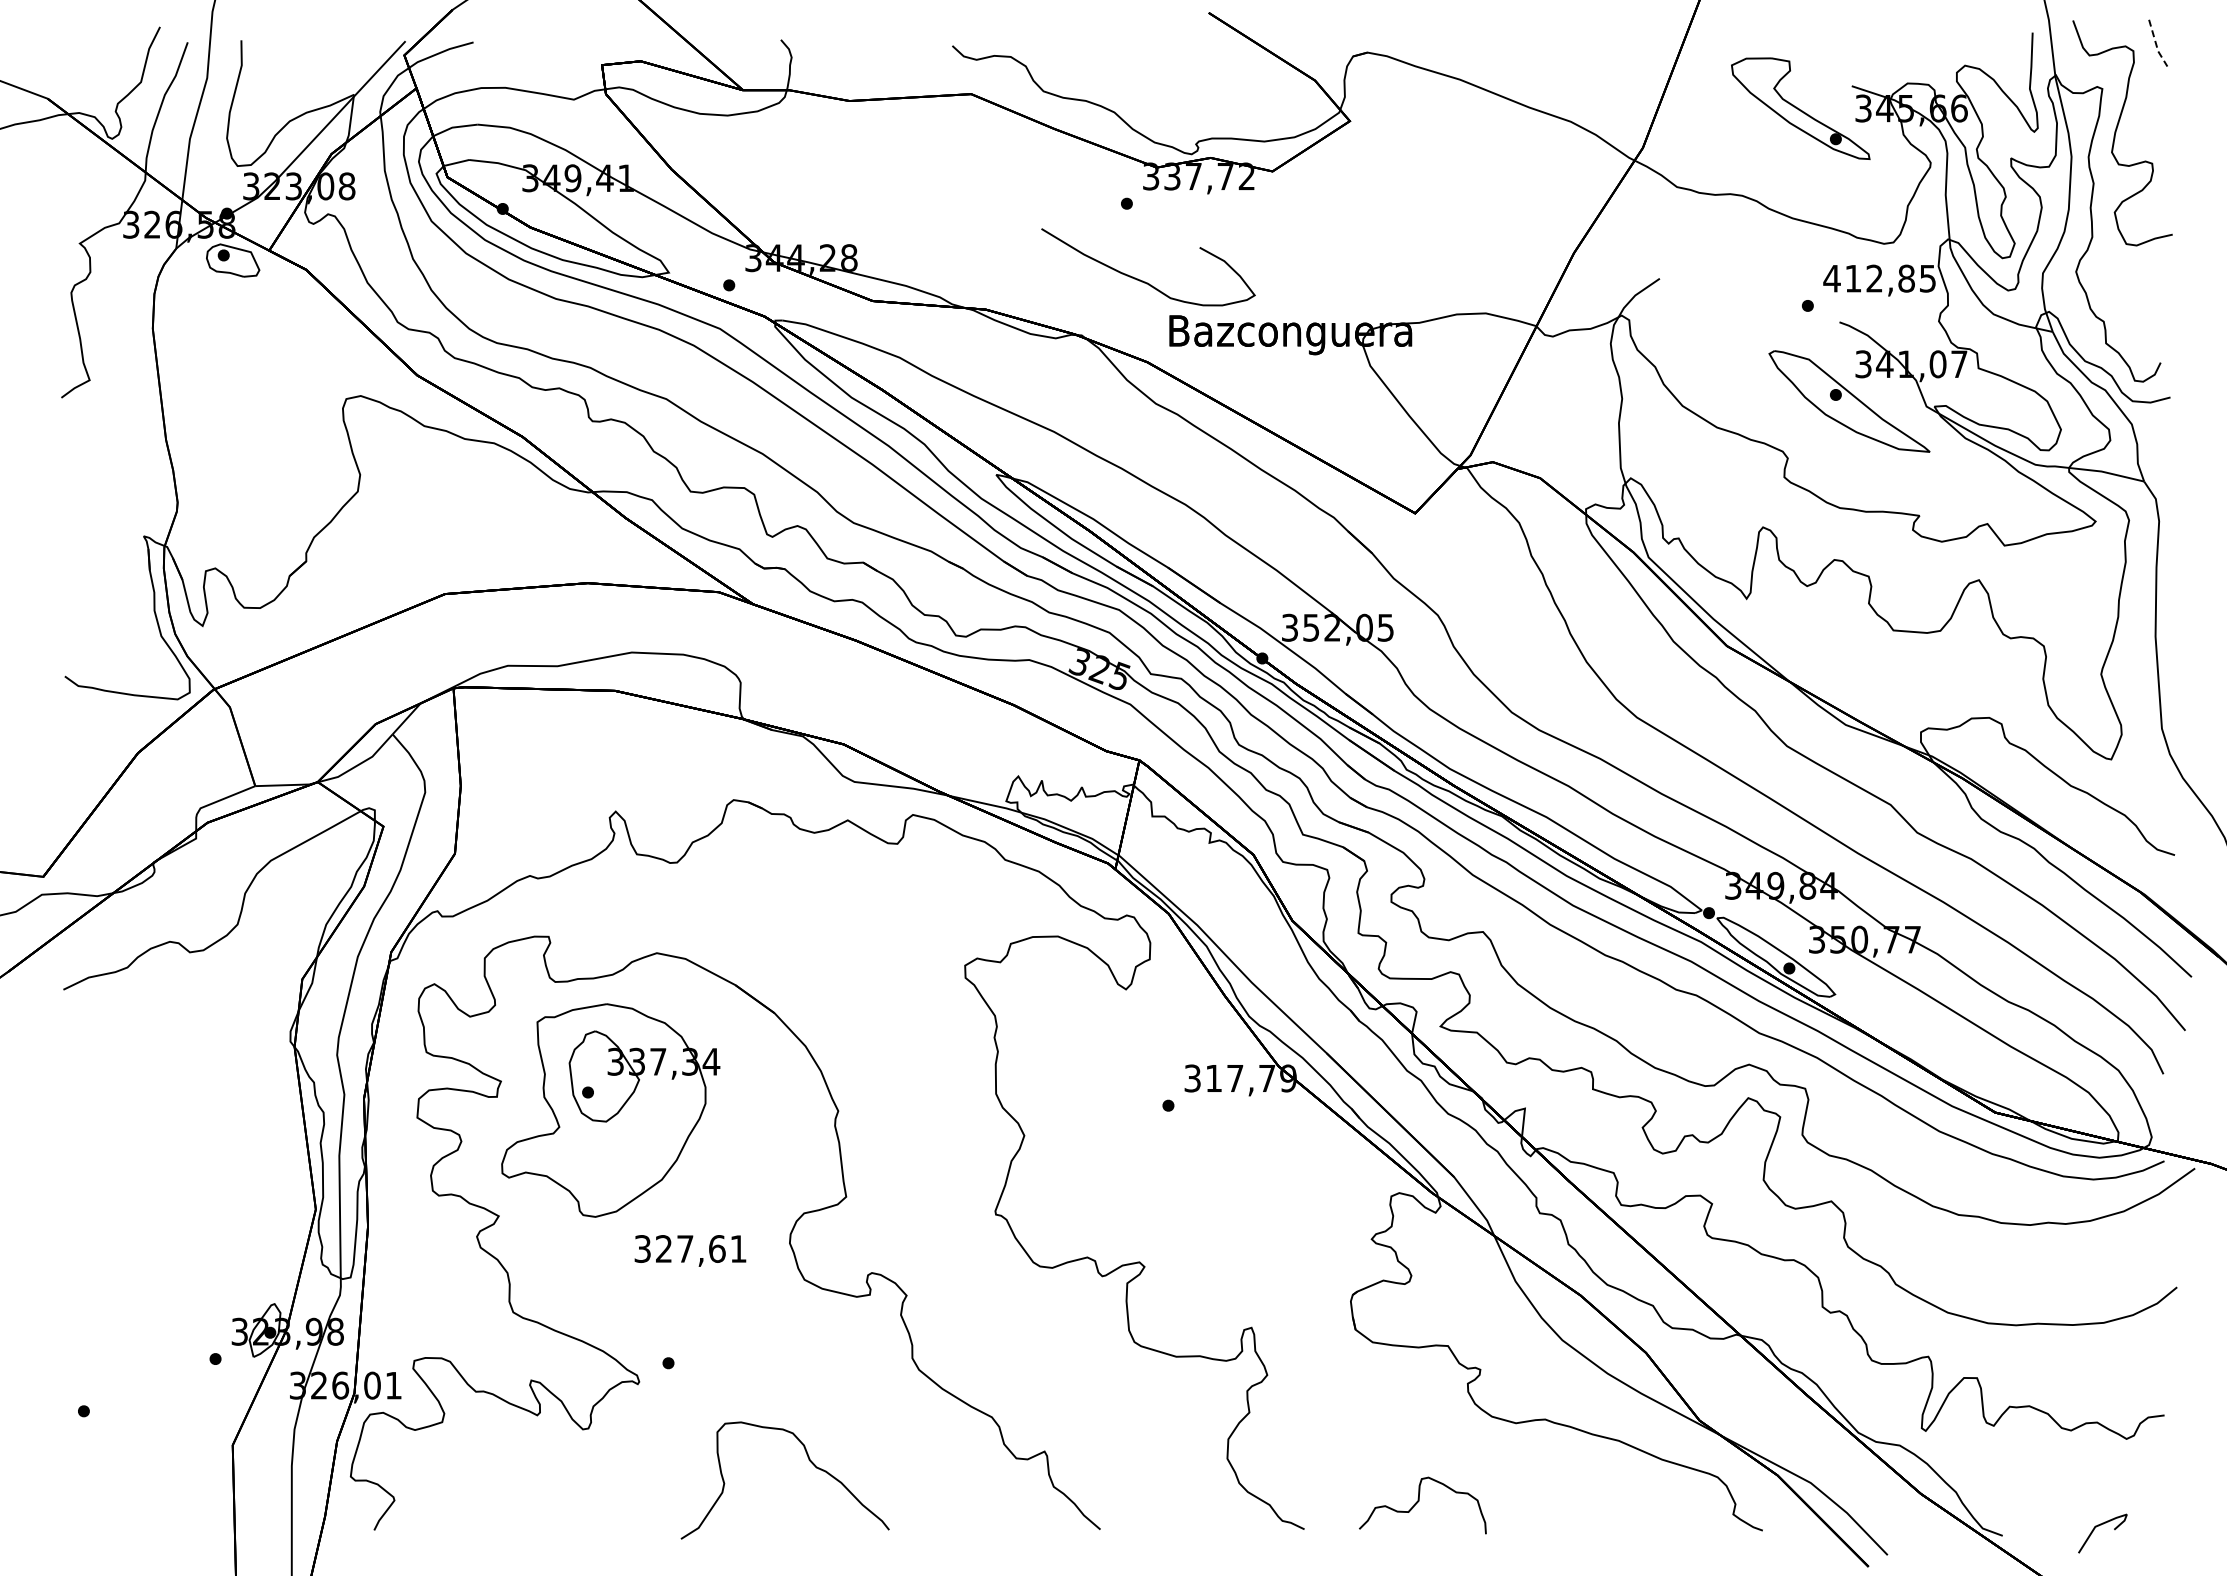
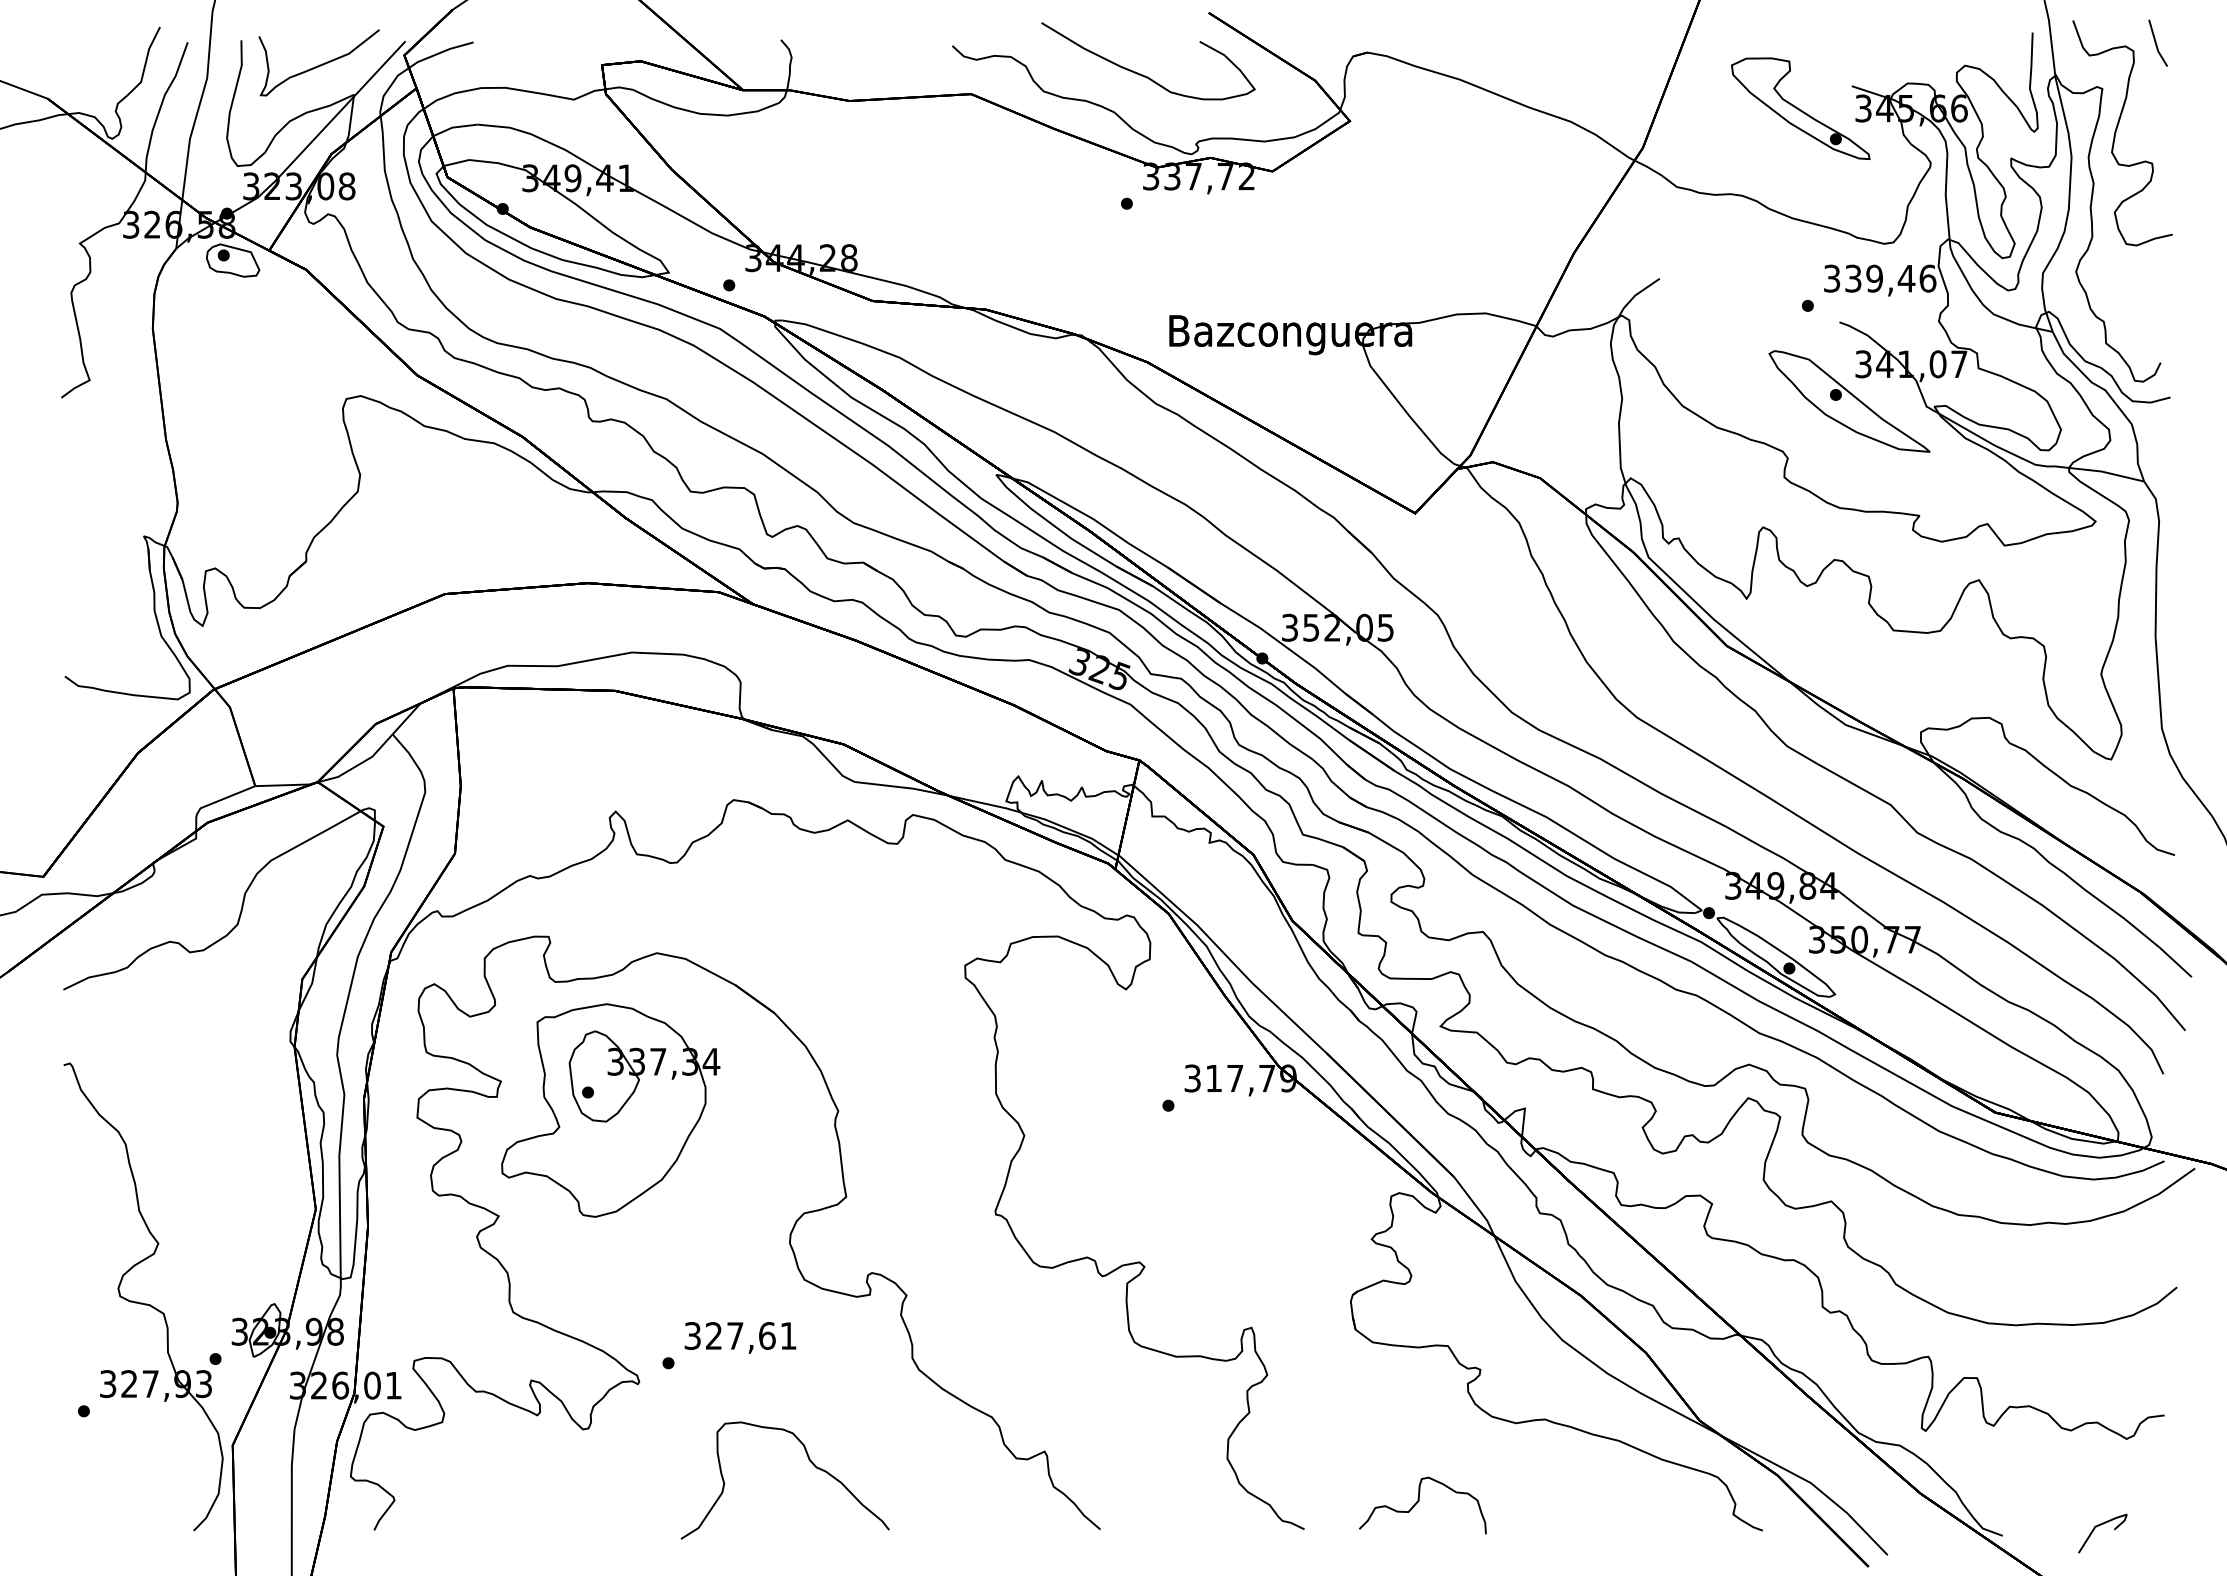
line at (2156, 44): dashed -> solid
curve at (319, 64): none -> present
text at (1879, 278): 412,85 -> 339,46
curve at (1142, 280) position: (1142, 280) -> (1142, 74)
text at (690, 1250) position: (690, 1250) -> (740, 1337)
part at (142, 1302): none -> present
